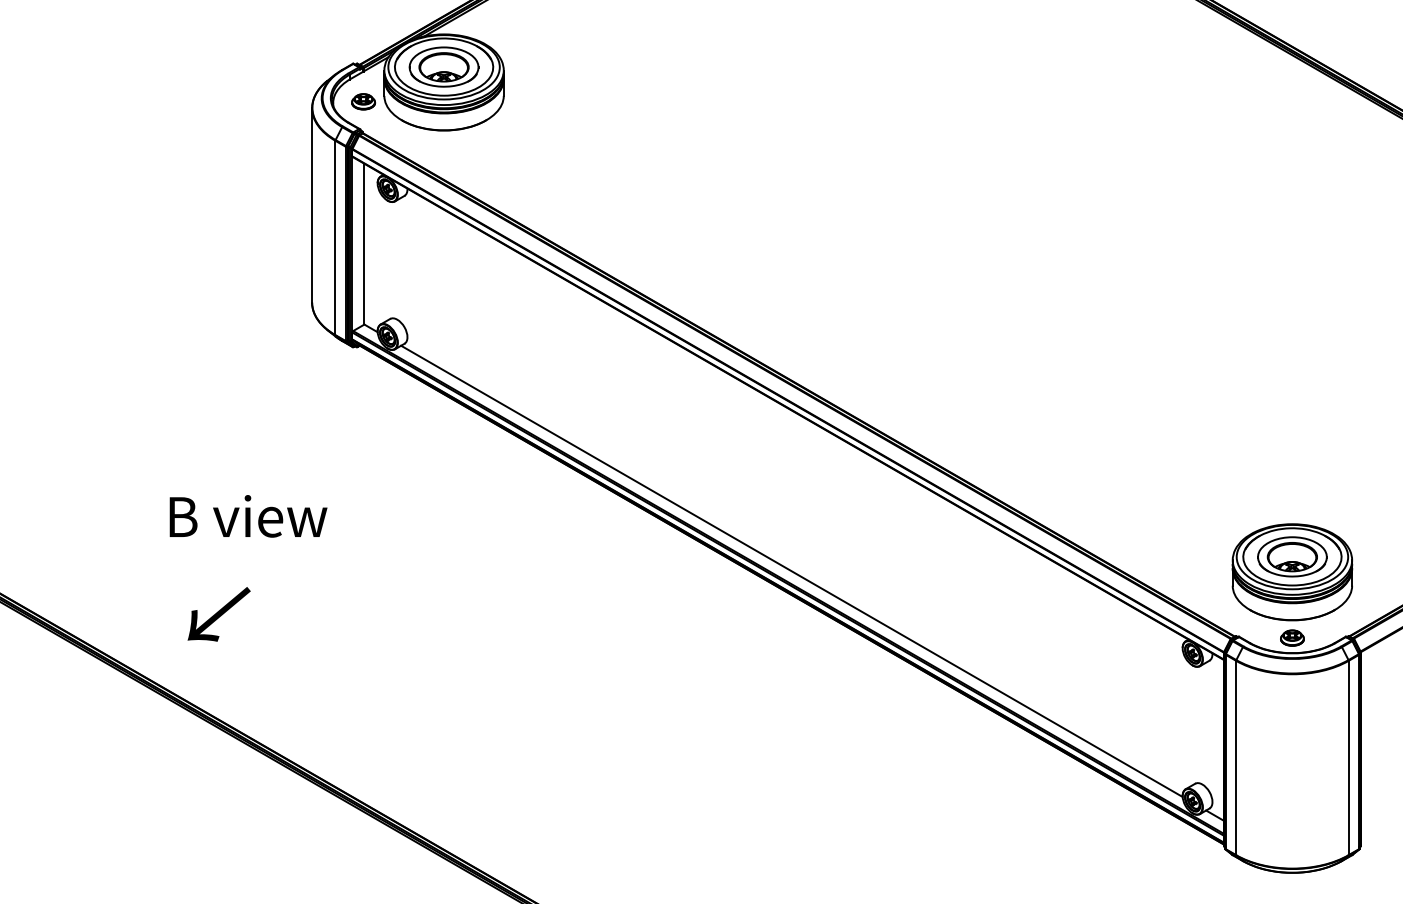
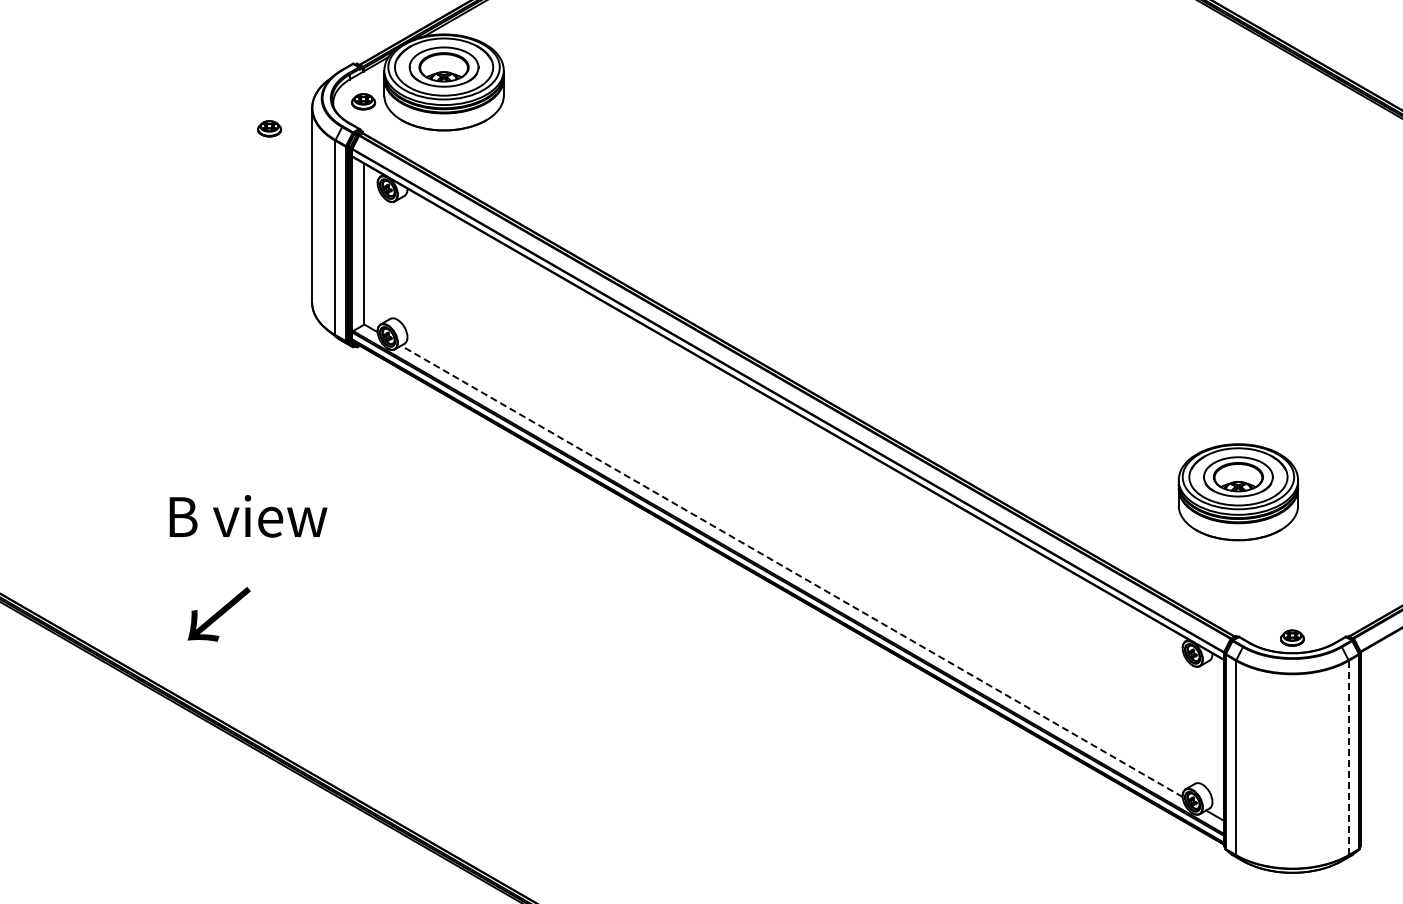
part at (269, 128): none -> present
line at (791, 571): solid -> dashed
part at (1292, 572) position: (1292, 572) -> (1238, 492)
line at (1348, 757): solid -> dashed
